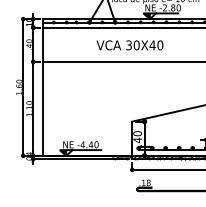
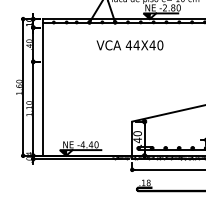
line at (122, 27): present -> none
text at (132, 45): 30X40 -> 44X40
line at (122, 61): present -> none
